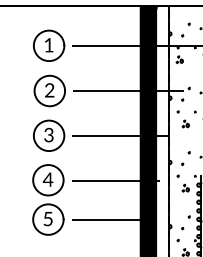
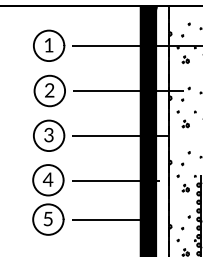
part at (179, 59) position: (179, 59) -> (185, 59)
